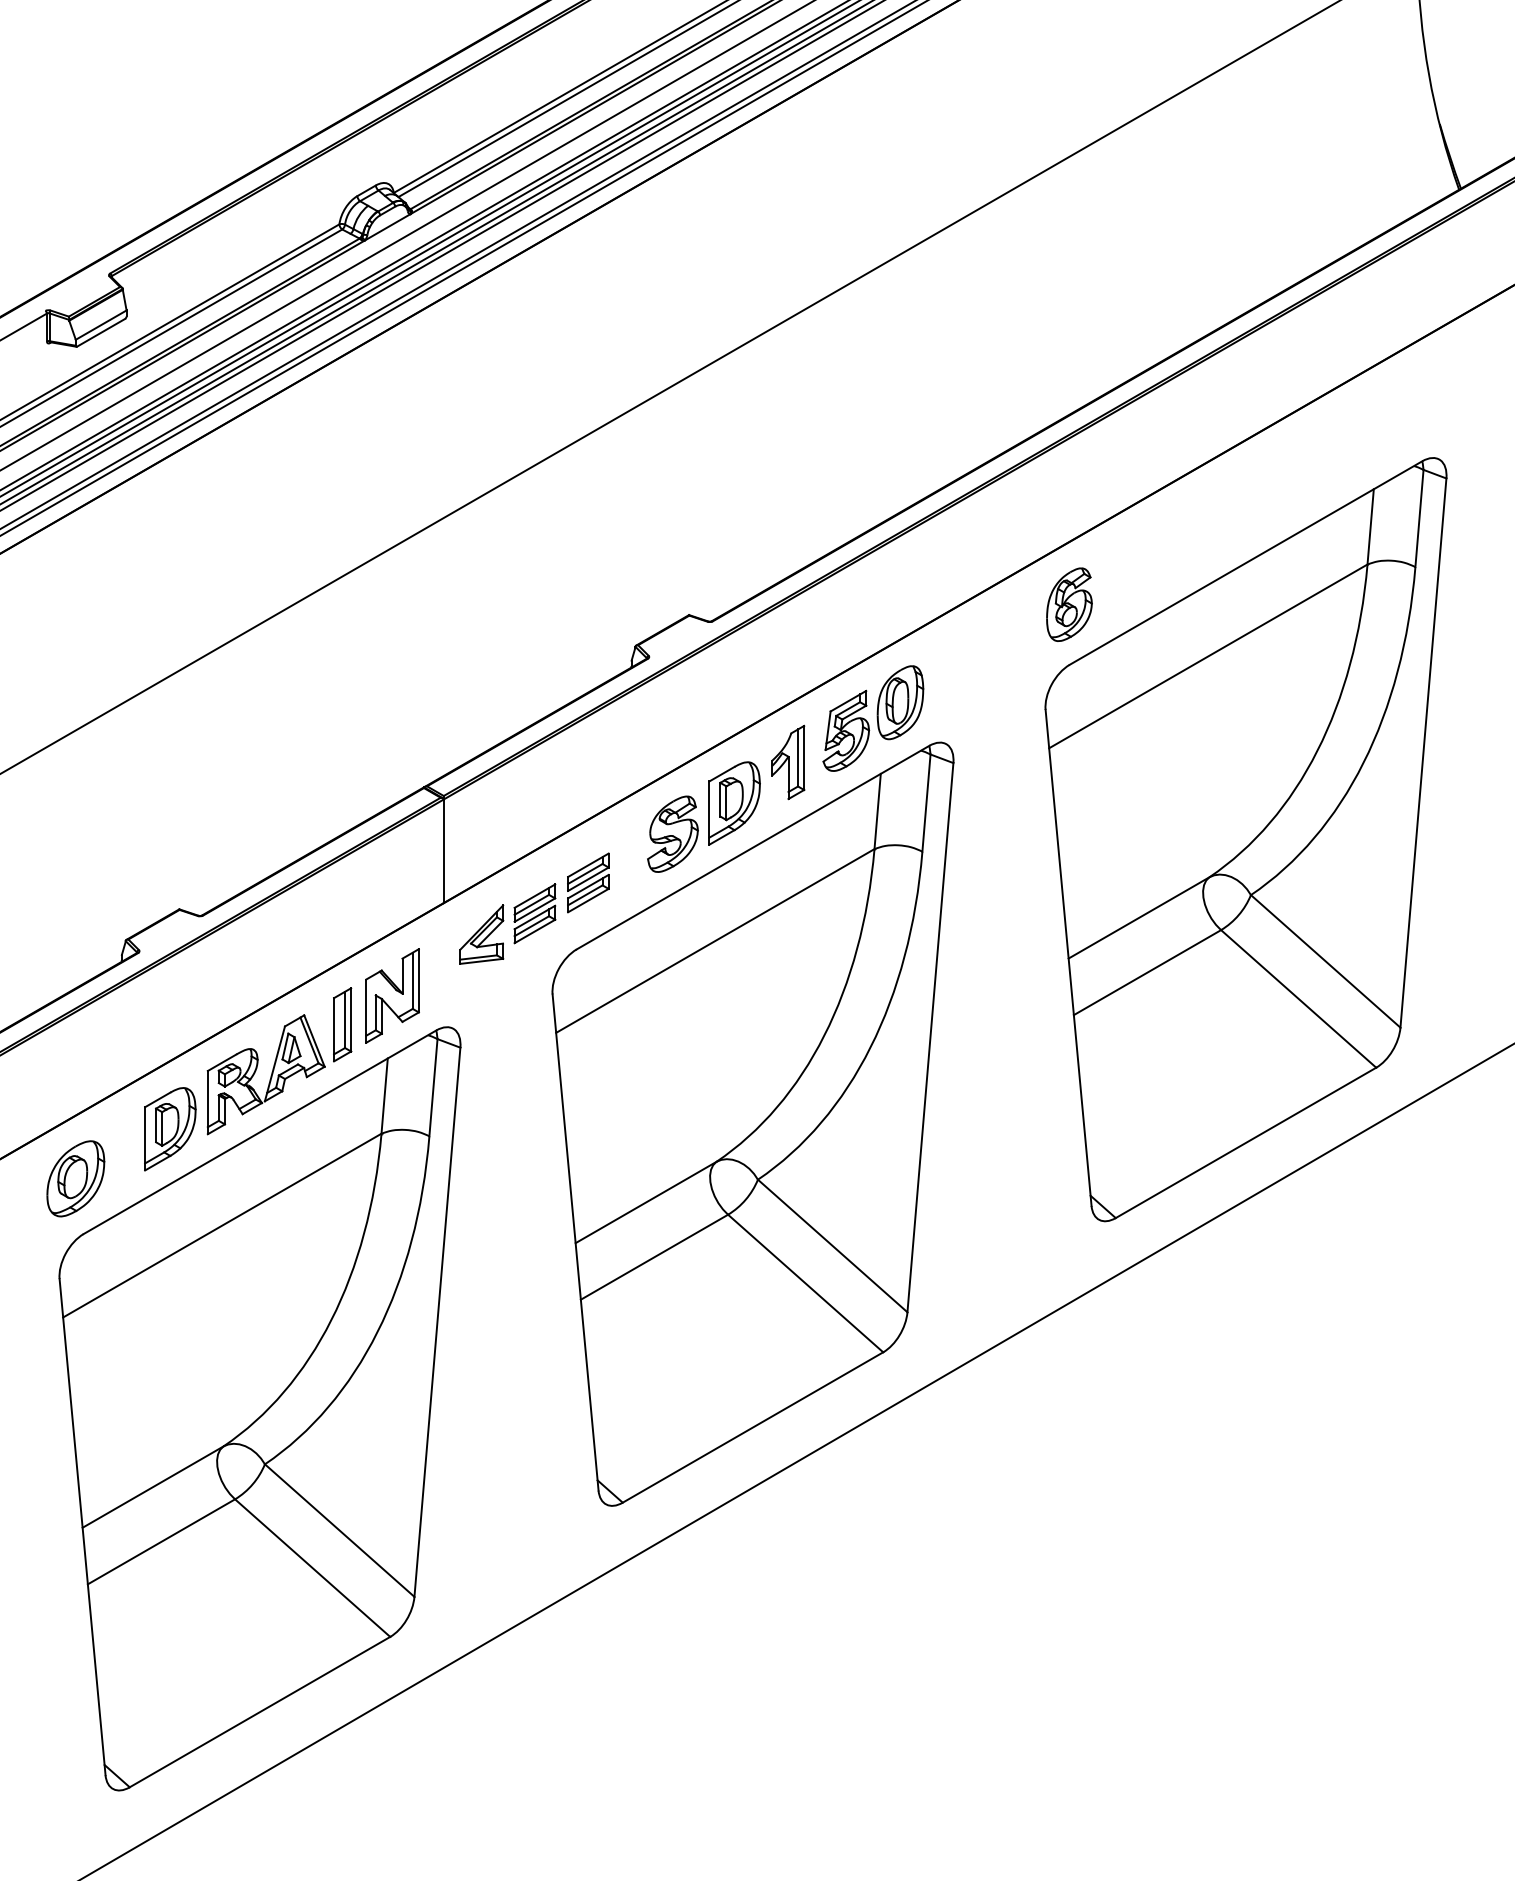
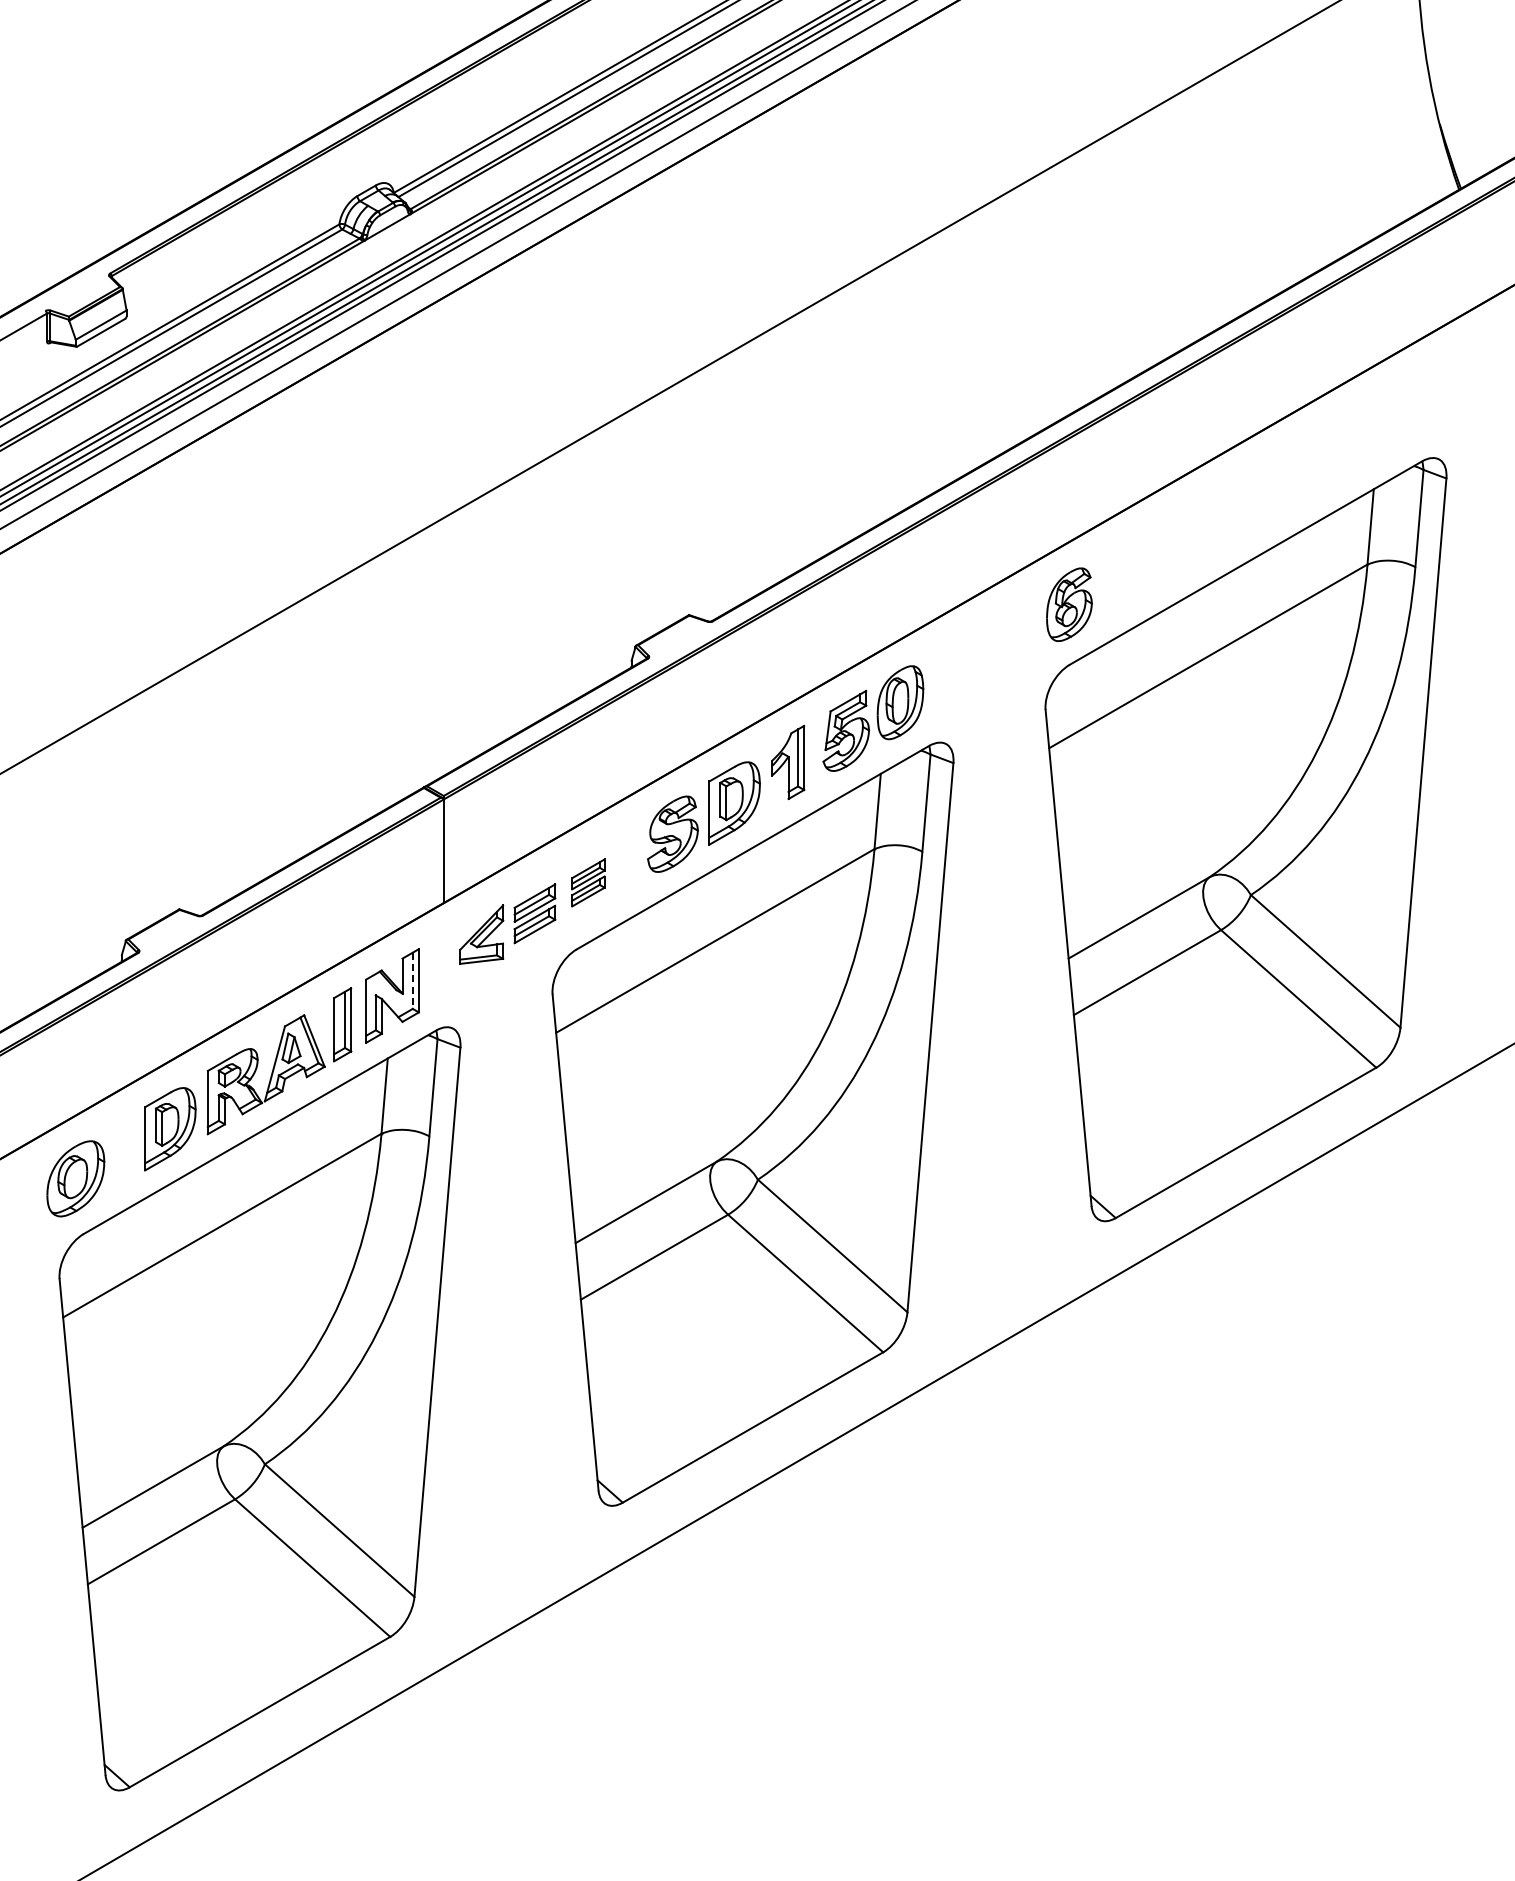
line at (406, 235): present -> none
line at (463, 268): present -> none
part at (588, 882) size: 43x62 px -> 35x50 px
line at (412, 981): solid -> dashed
